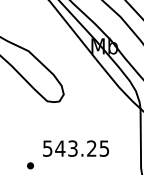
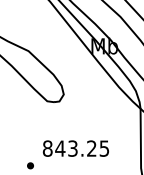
text at (47, 148): 543.25 -> 843.25
